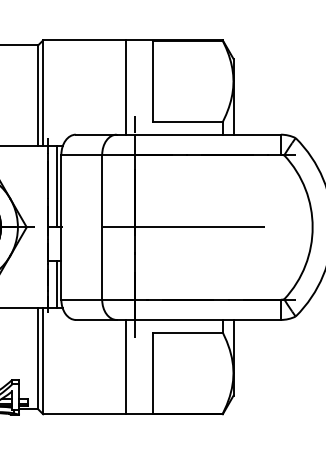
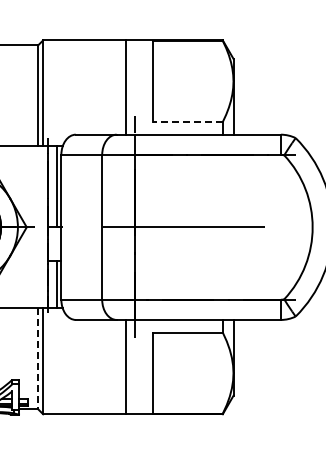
line at (187, 122): solid -> dashed
line at (38, 358): solid -> dashed
